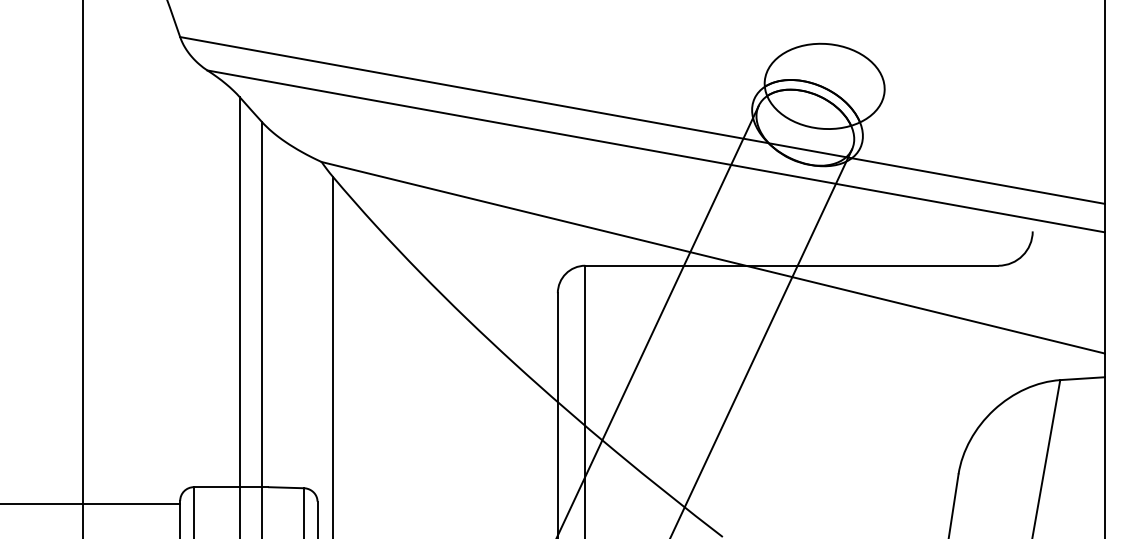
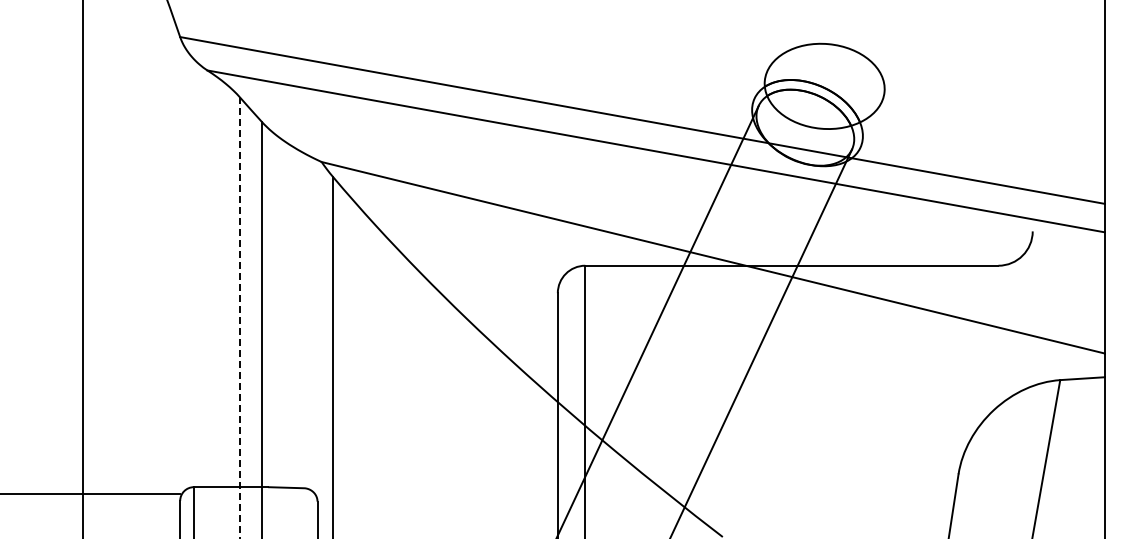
line at (239, 318): solid -> dashed
line at (91, 504) position: (91, 504) -> (91, 494)
line at (303, 511): present -> none
